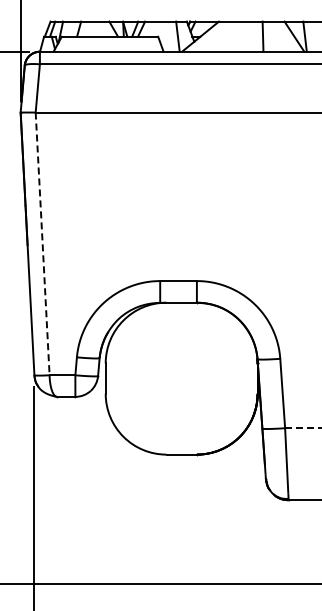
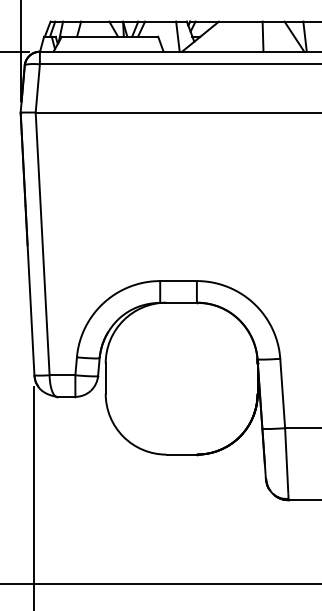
line at (42, 243): dashed -> solid
line at (303, 428): dashed -> solid
